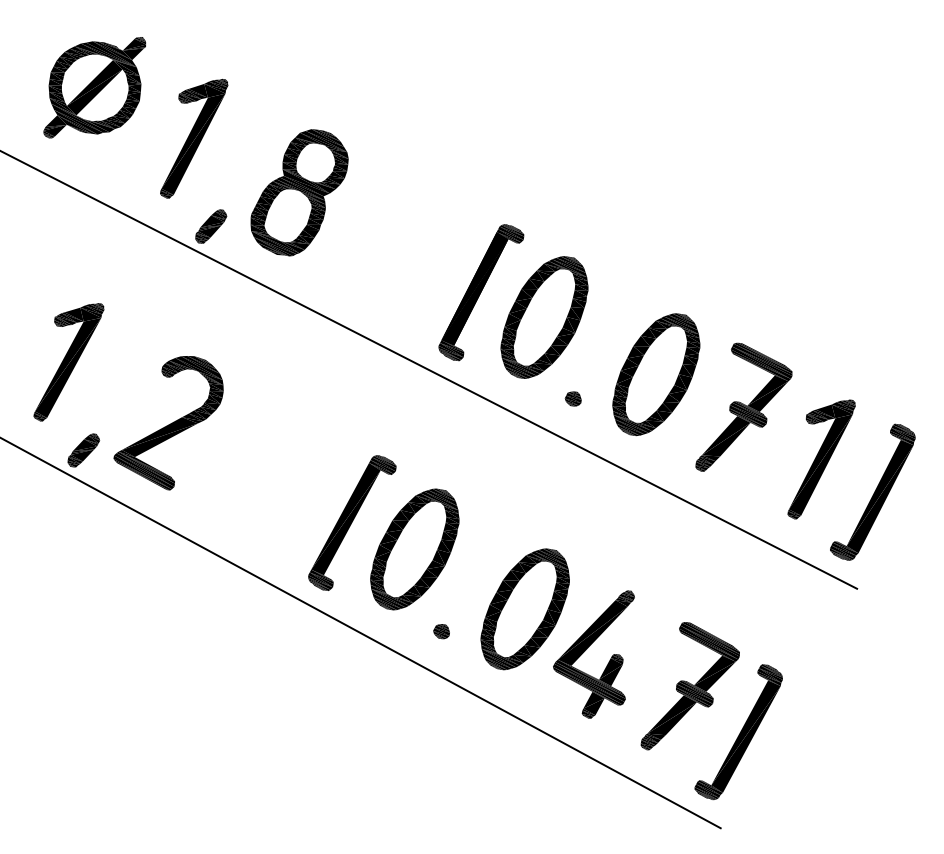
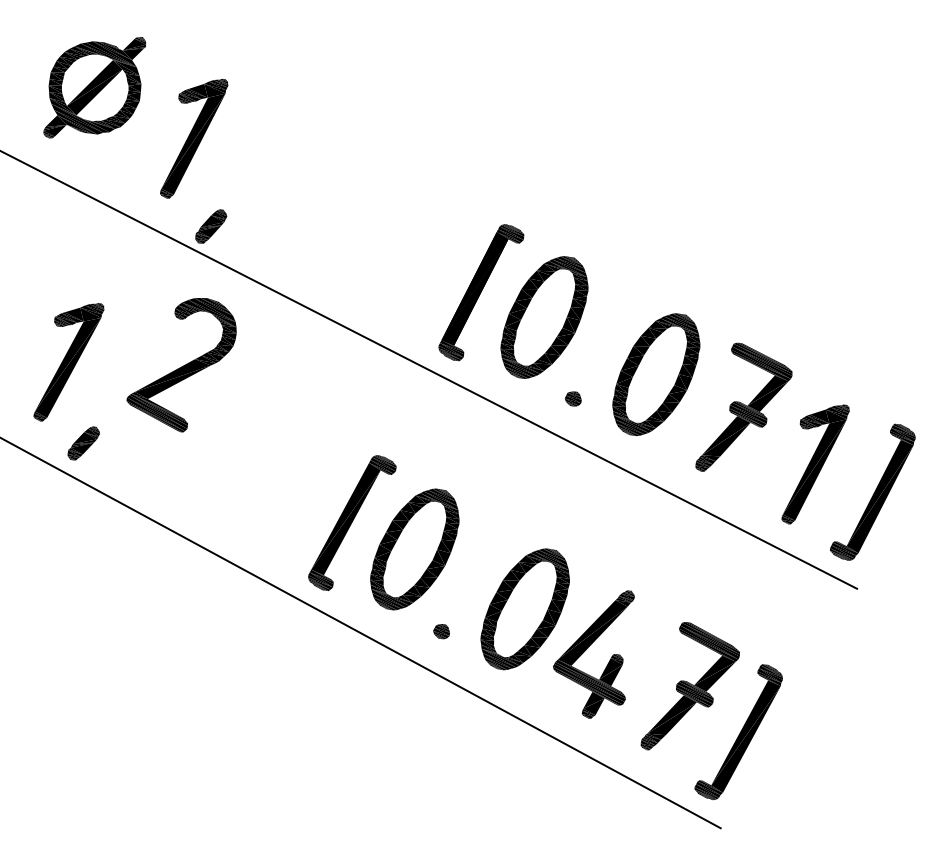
part at (299, 192): present -> none
part at (168, 423) position: (168, 423) -> (181, 365)
part at (83, 450) position: (83, 450) -> (83, 443)
part at (821, 459) position: (821, 459) -> (815, 464)
